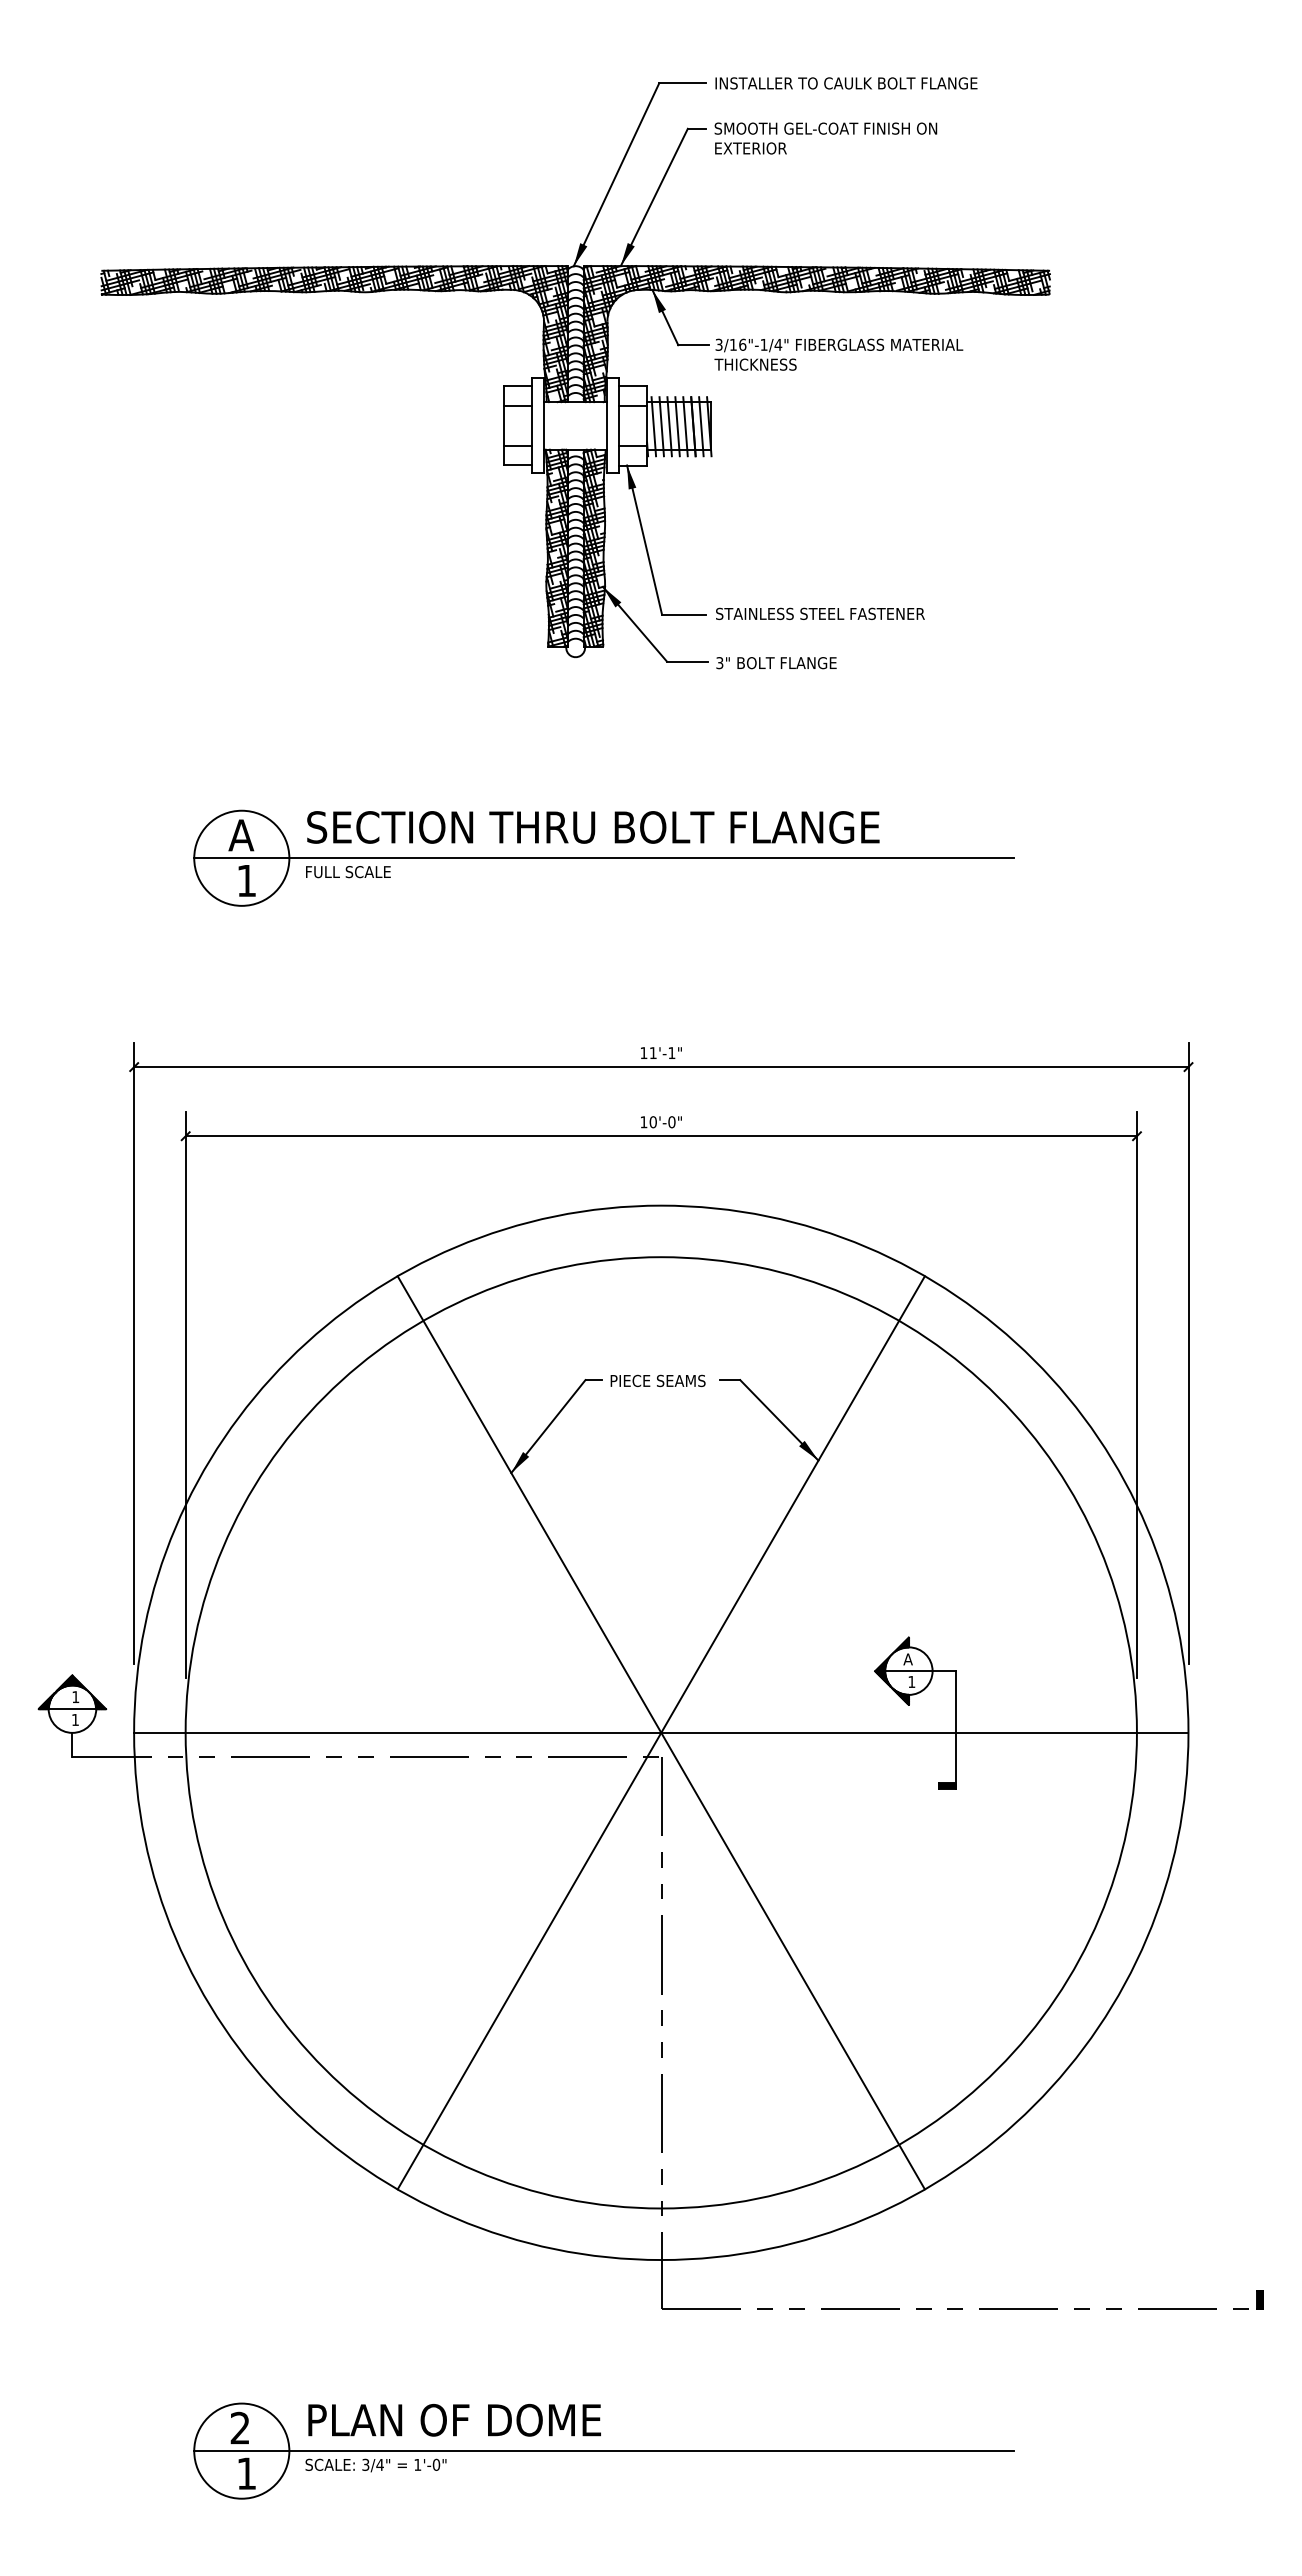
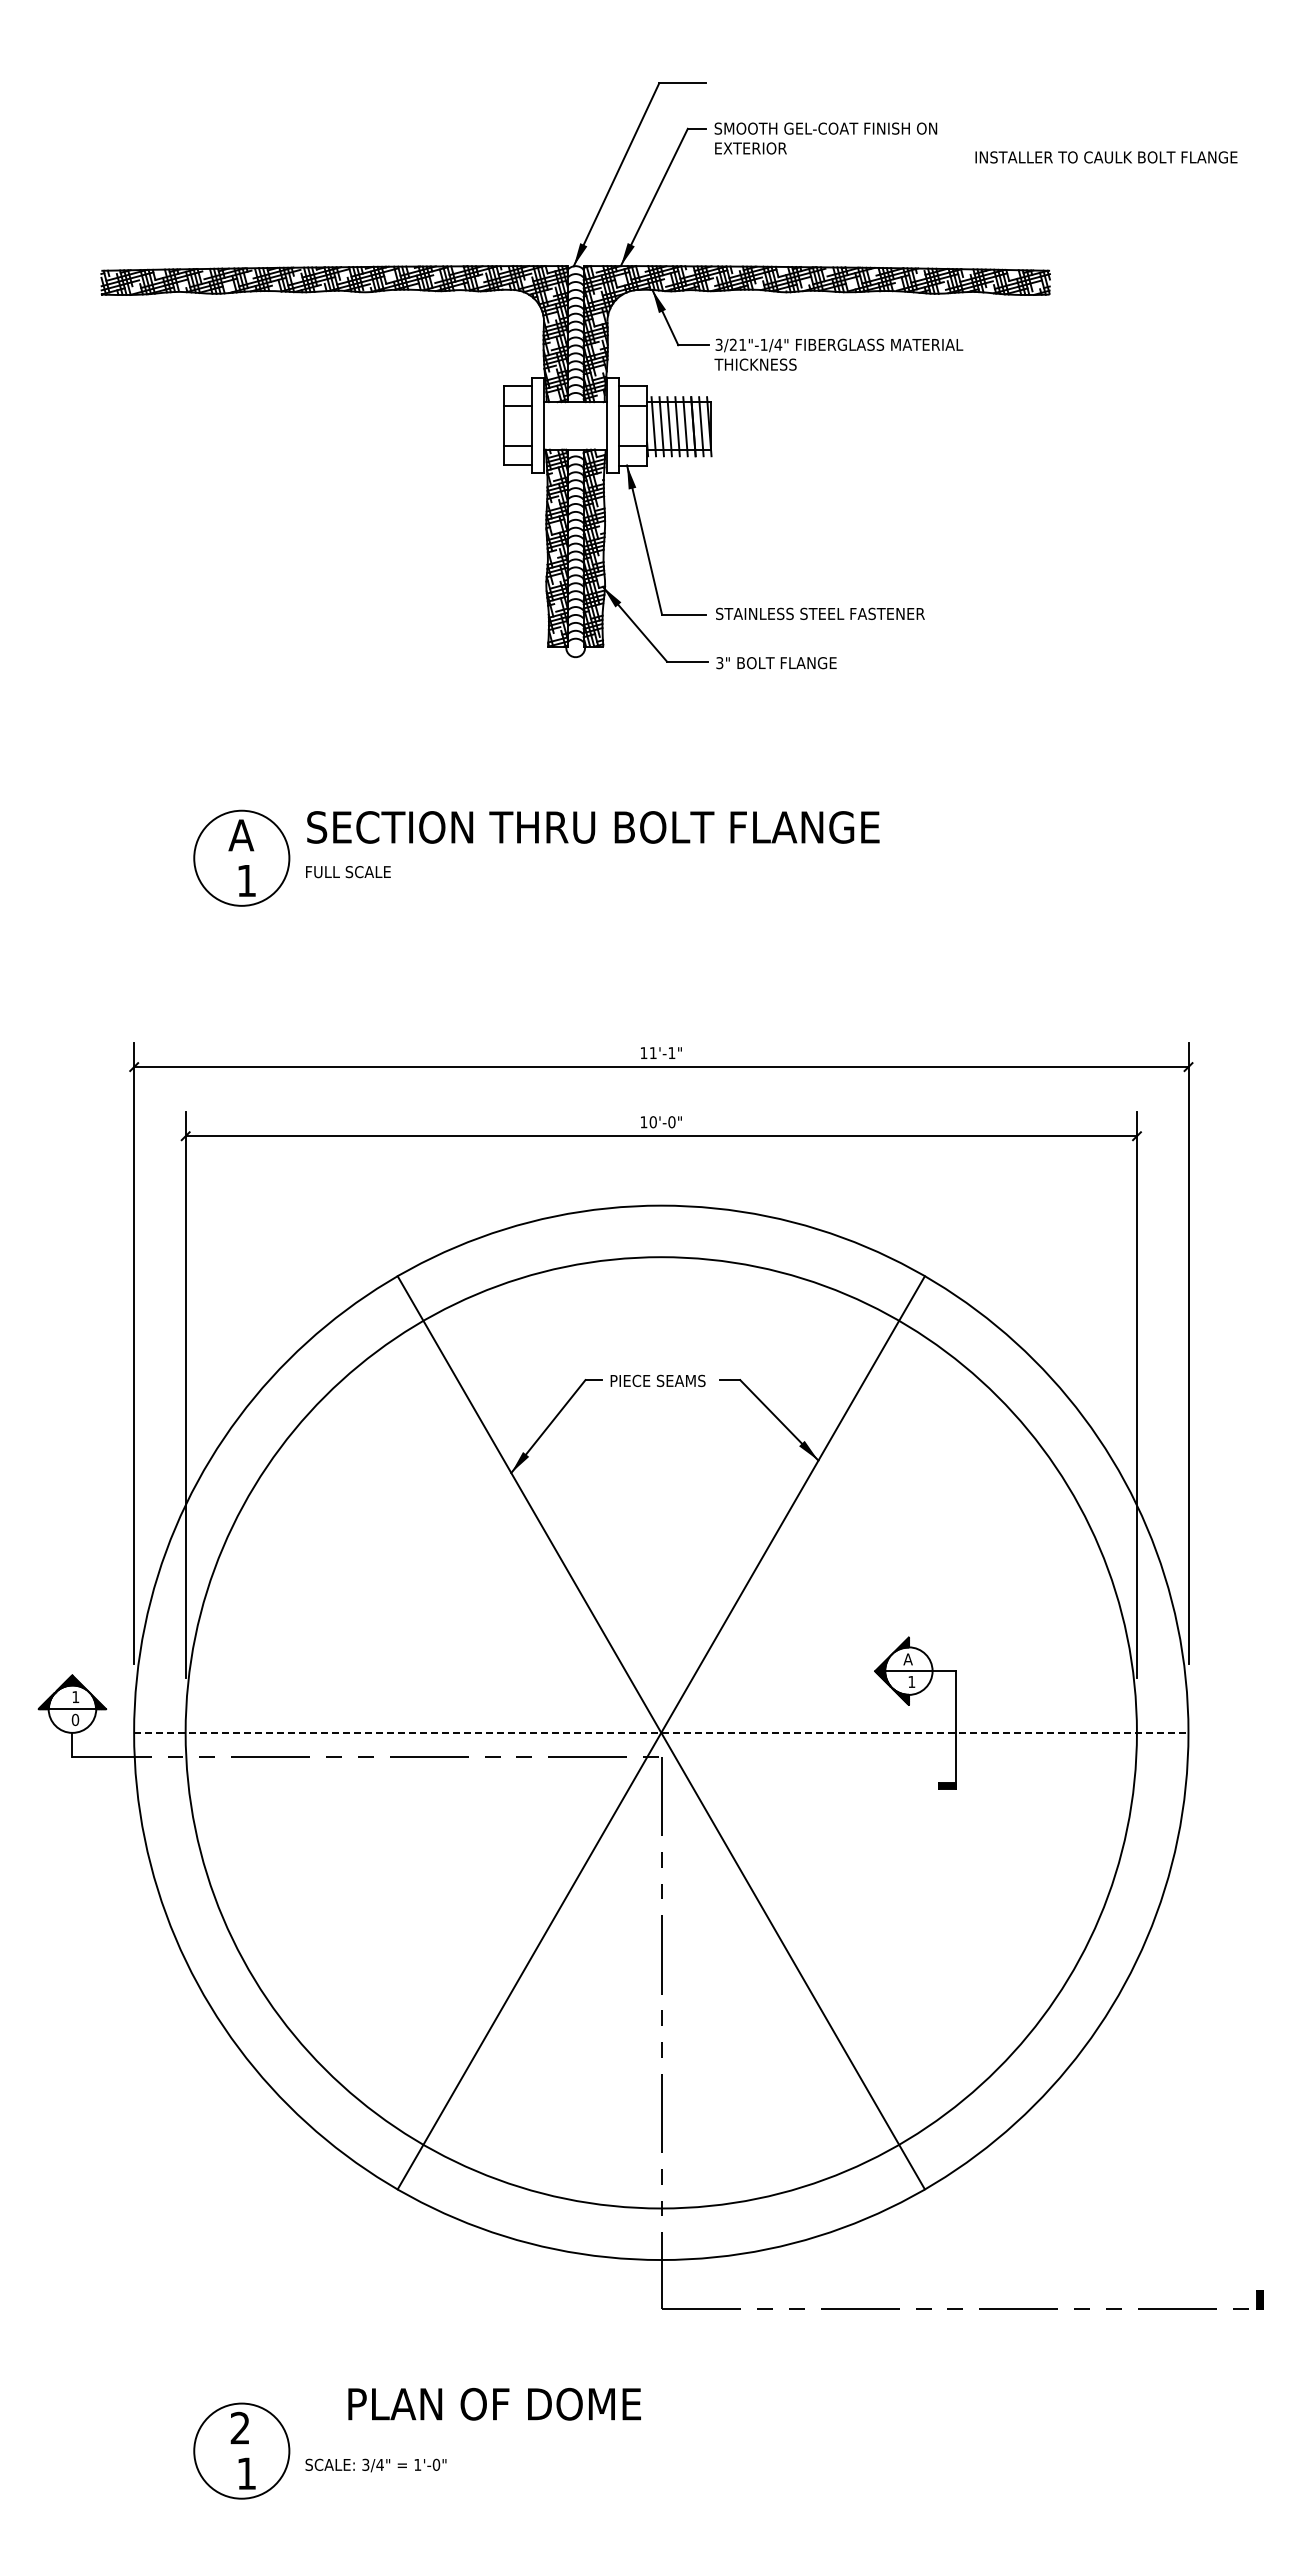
text at (846, 83) position: (846, 83) -> (1106, 157)
text at (737, 344): 3/16"-1/4" -> 3/21"-1/4"
line at (604, 858): present -> none
text at (75, 1719): 1 -> 0
line at (661, 1732): solid -> dashed
text at (454, 2420) position: (454, 2420) -> (494, 2404)
line at (604, 2451): present -> none
